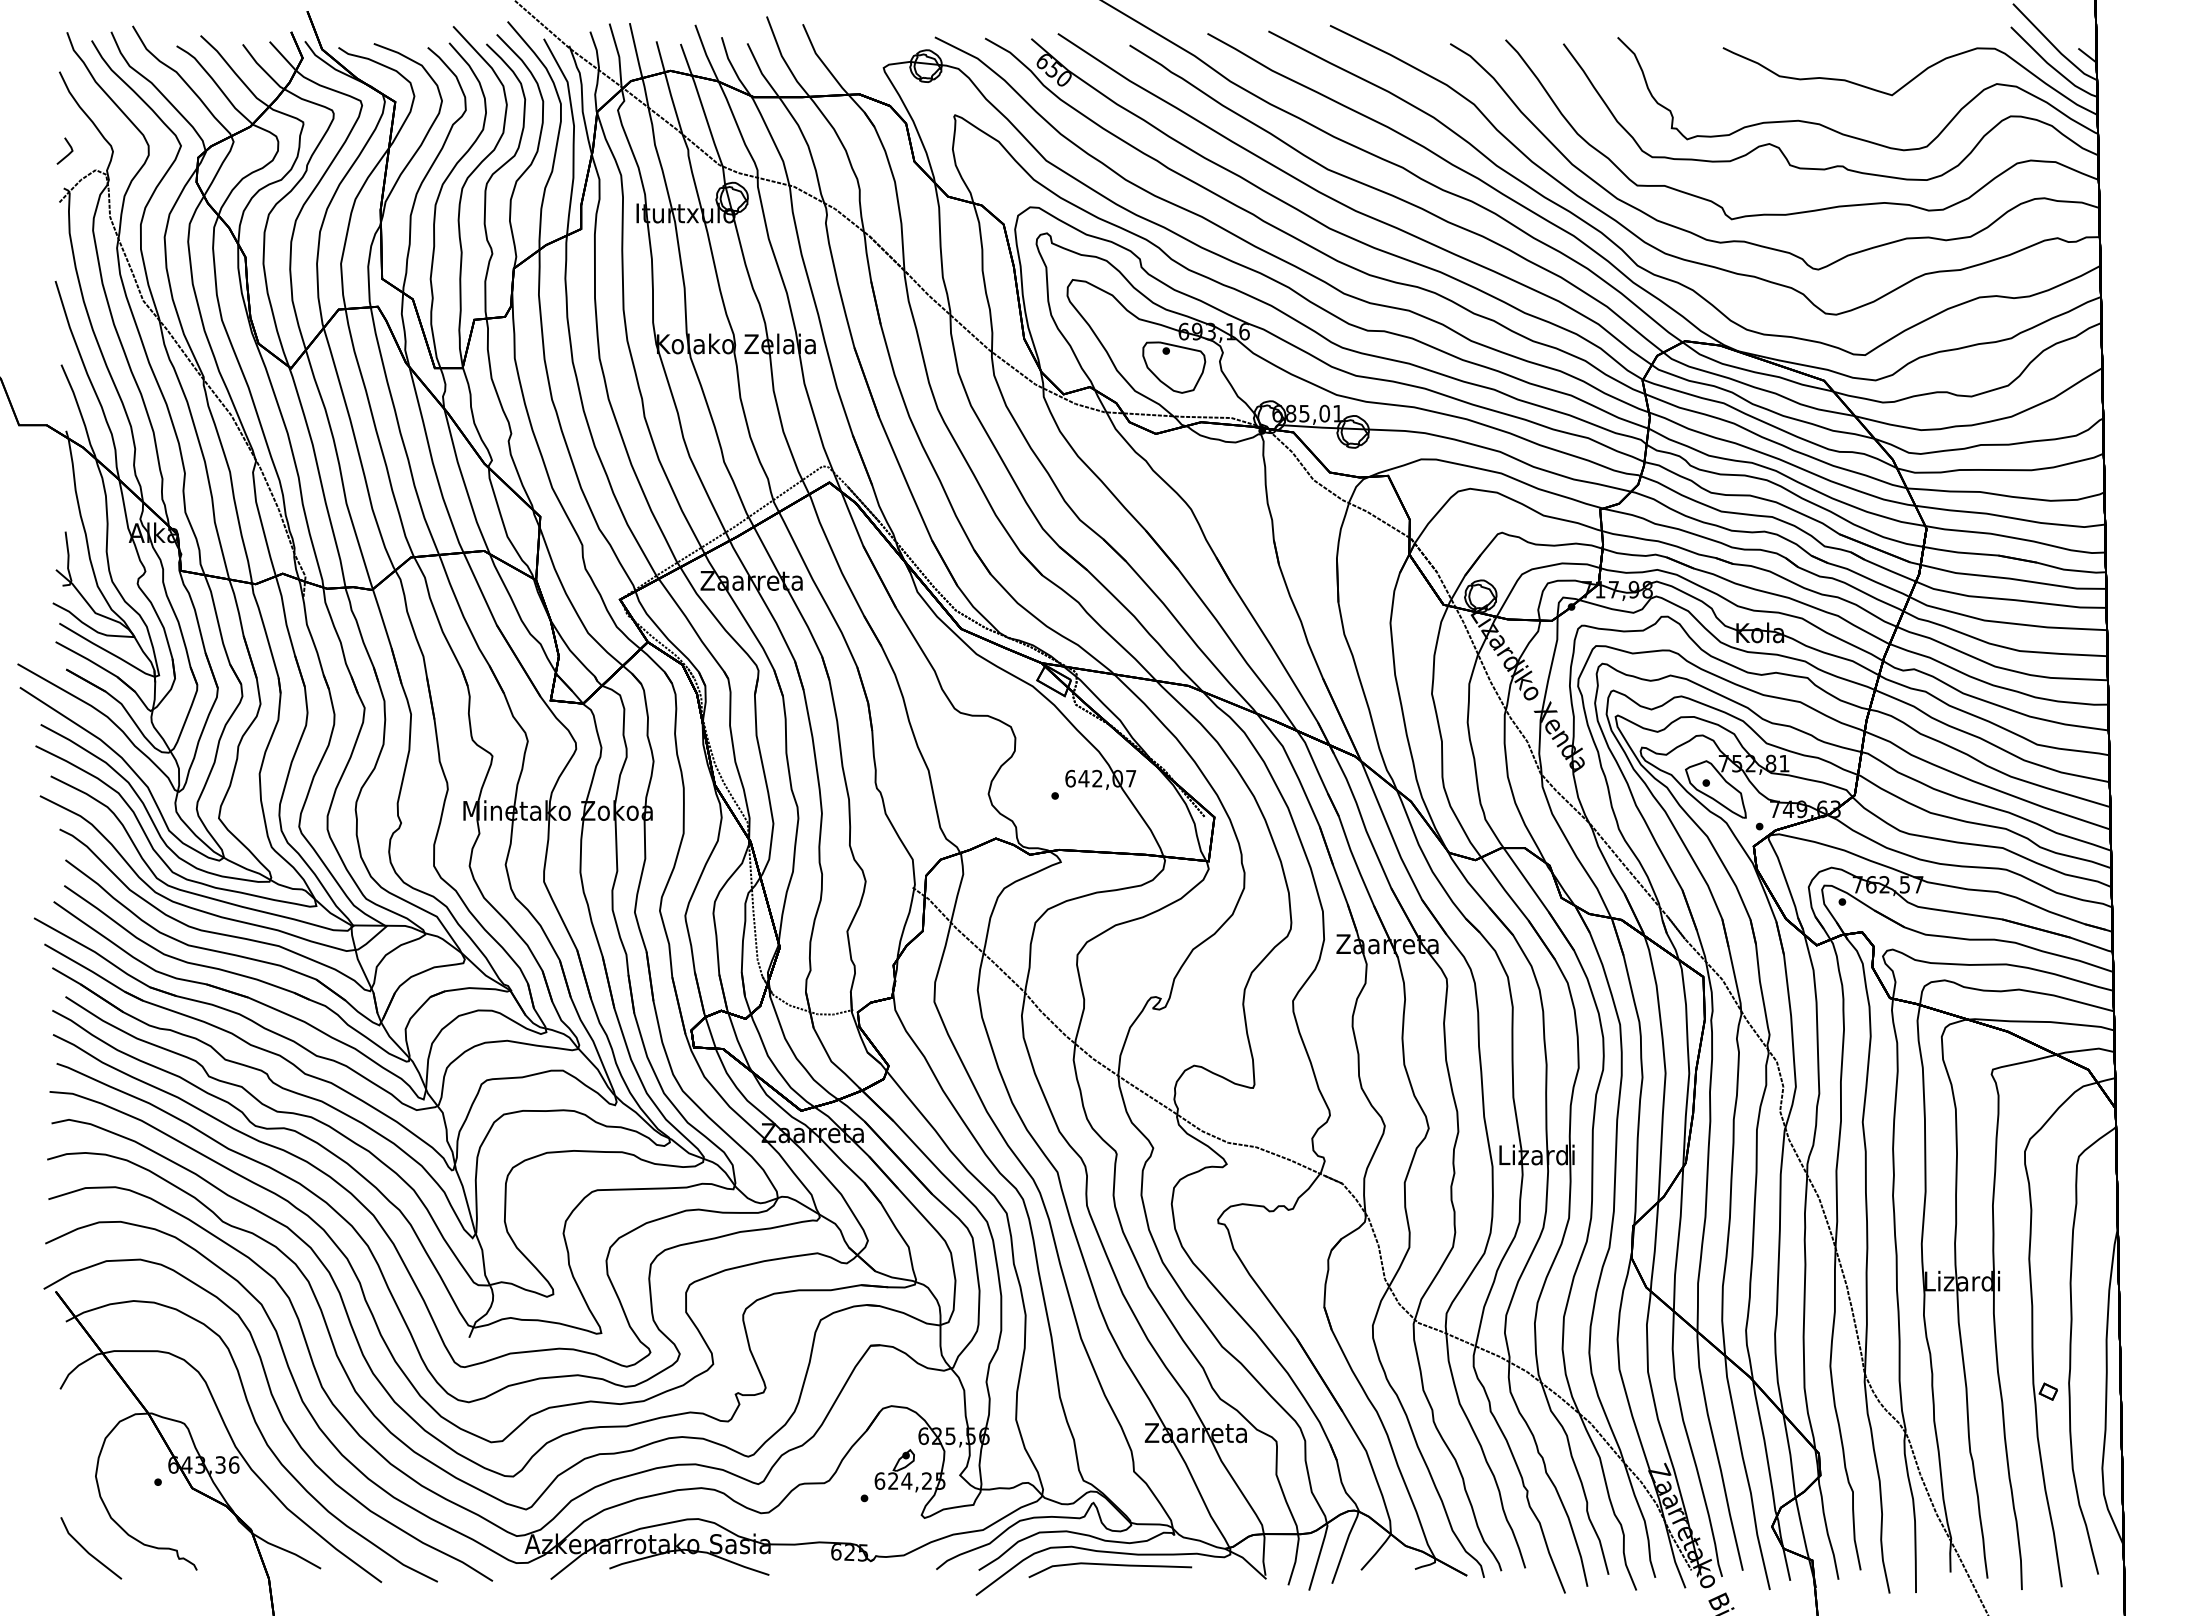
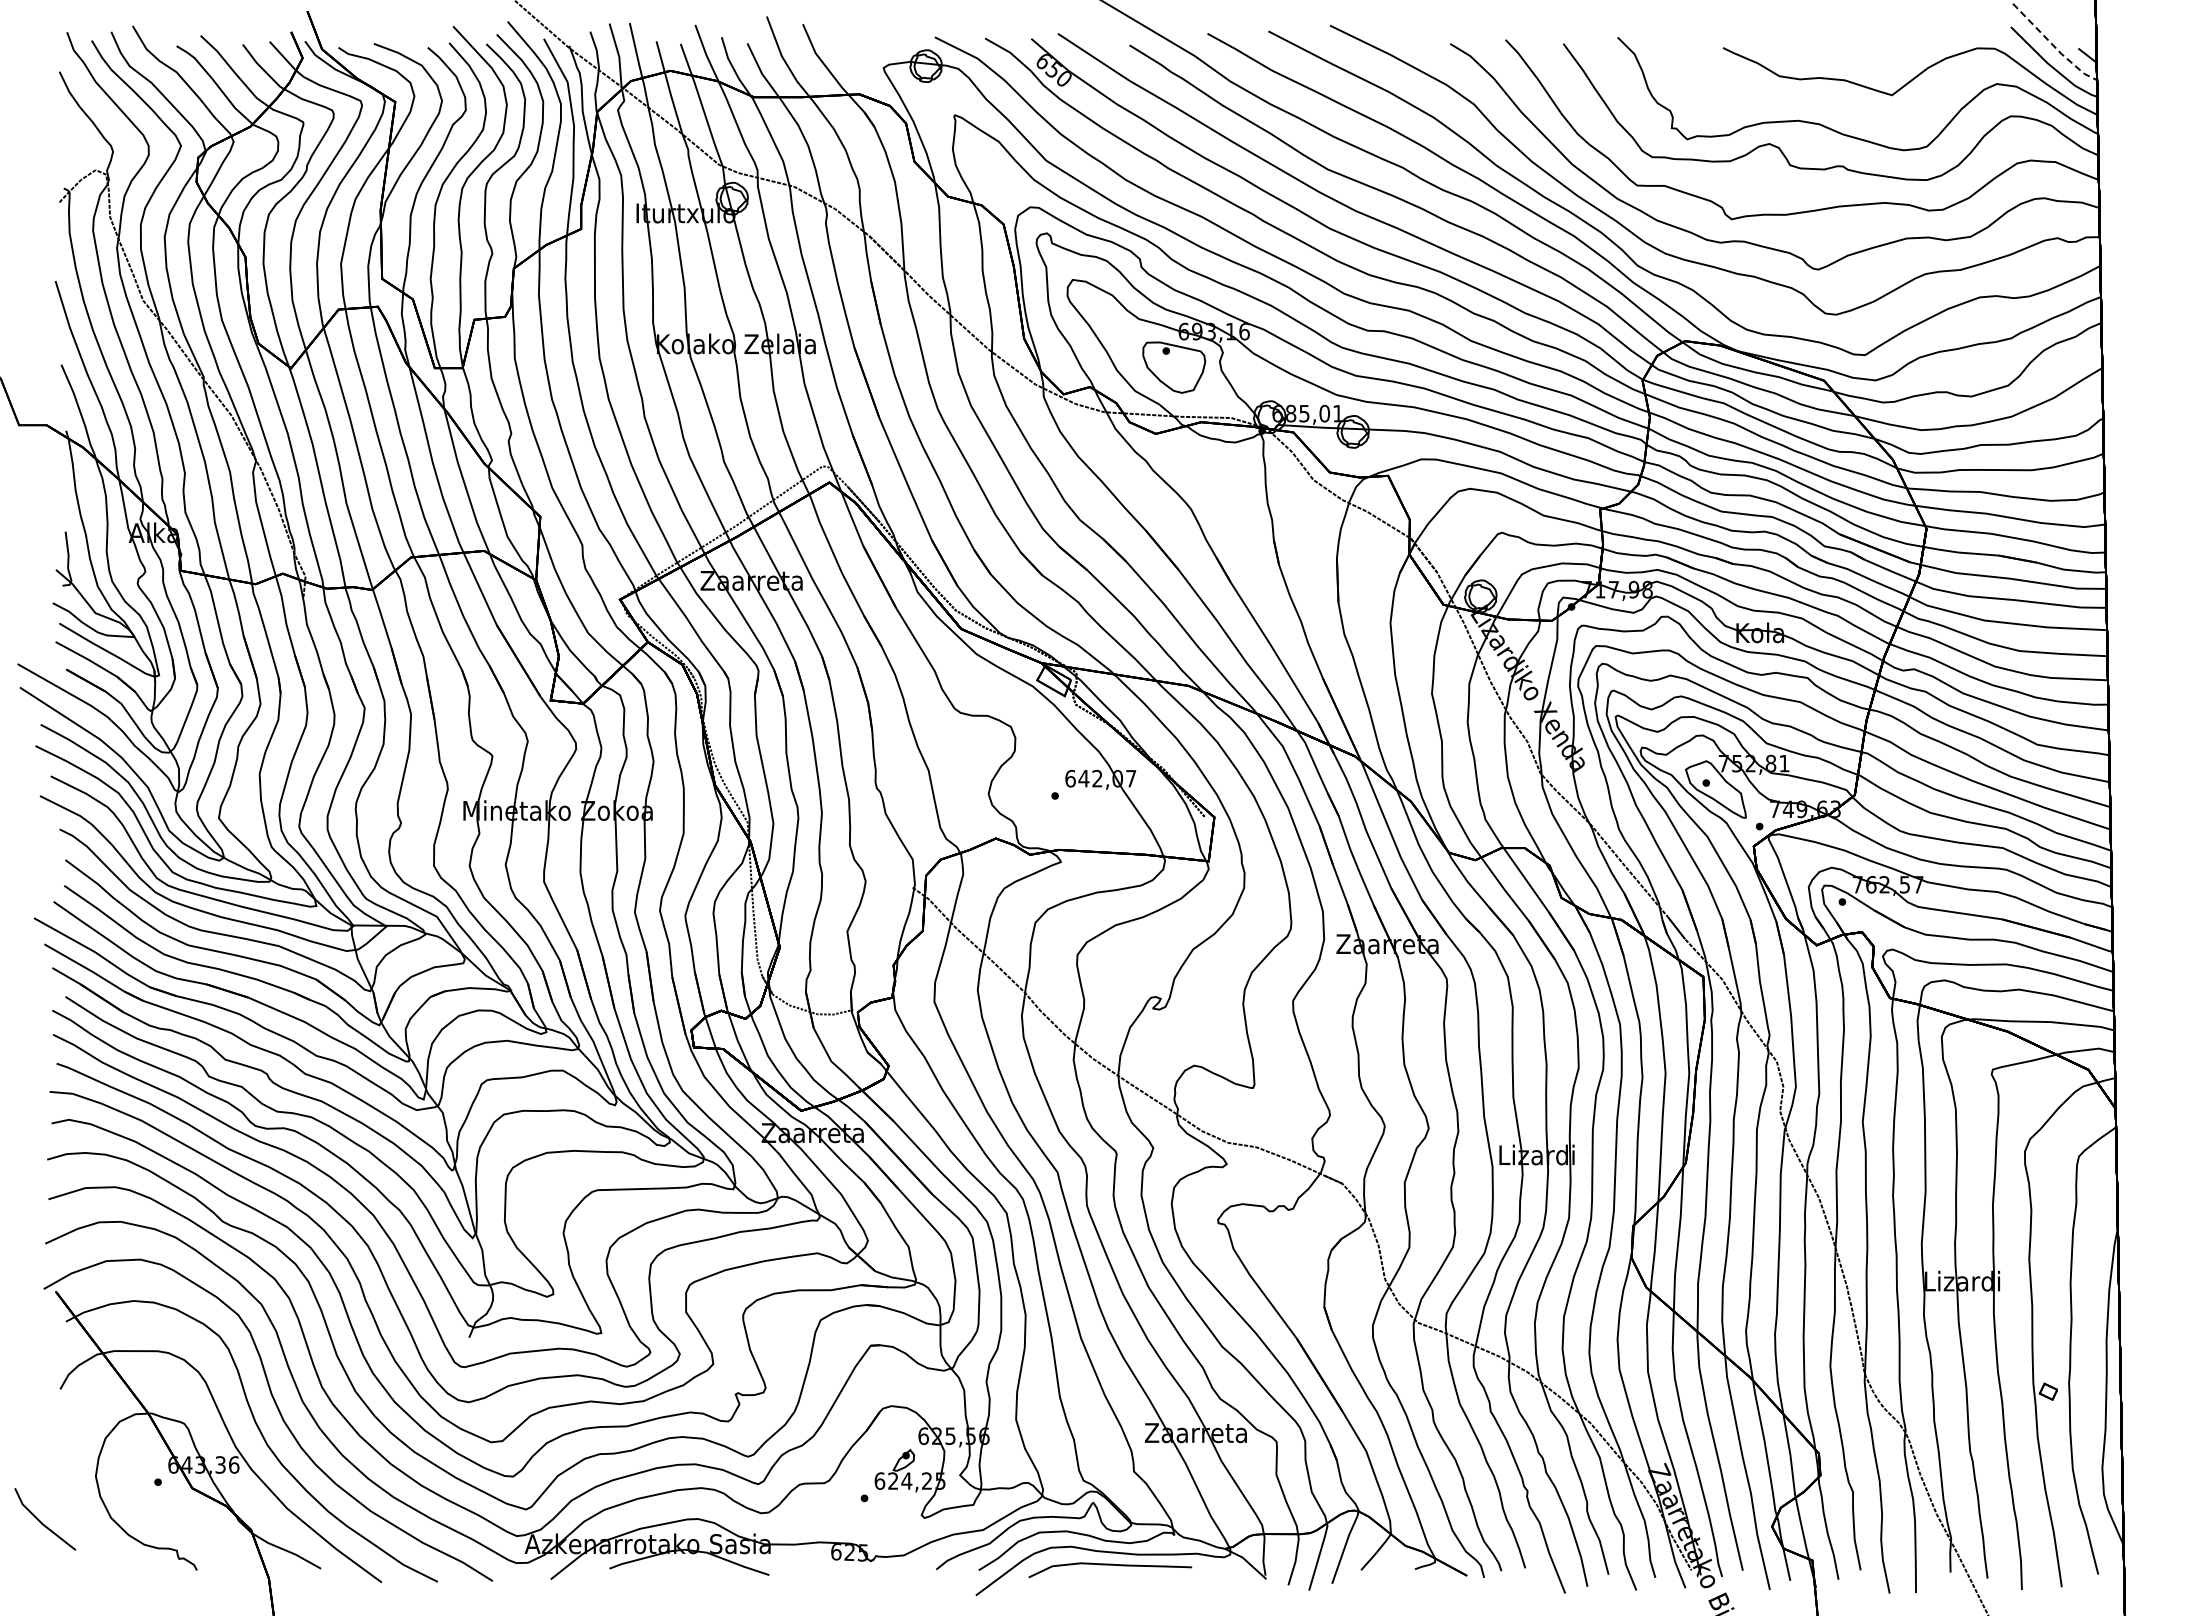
line at (2053, 46): solid -> dashed
line at (68, 153): present -> none
line at (88, 1551) position: (88, 1551) -> (42, 1522)
